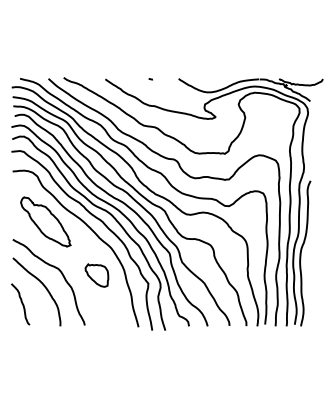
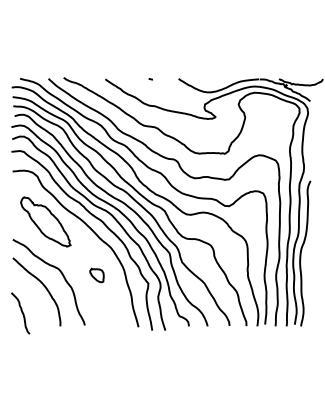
part at (96, 275) size: 26x25 px -> 16x17 px
curve at (21, 303) position: (21, 303) -> (21, 312)
